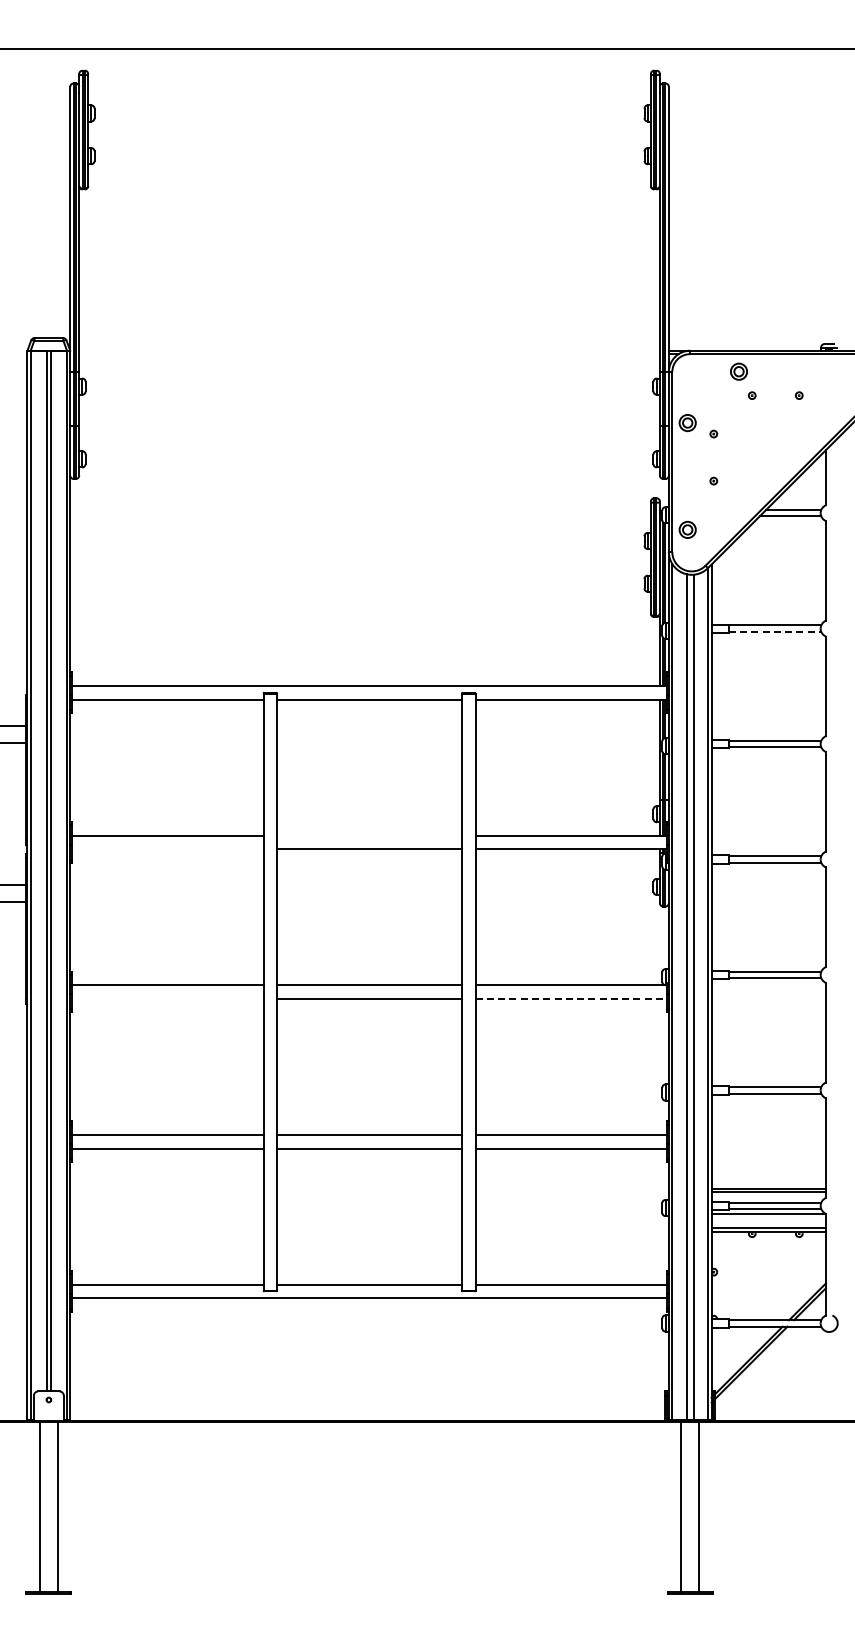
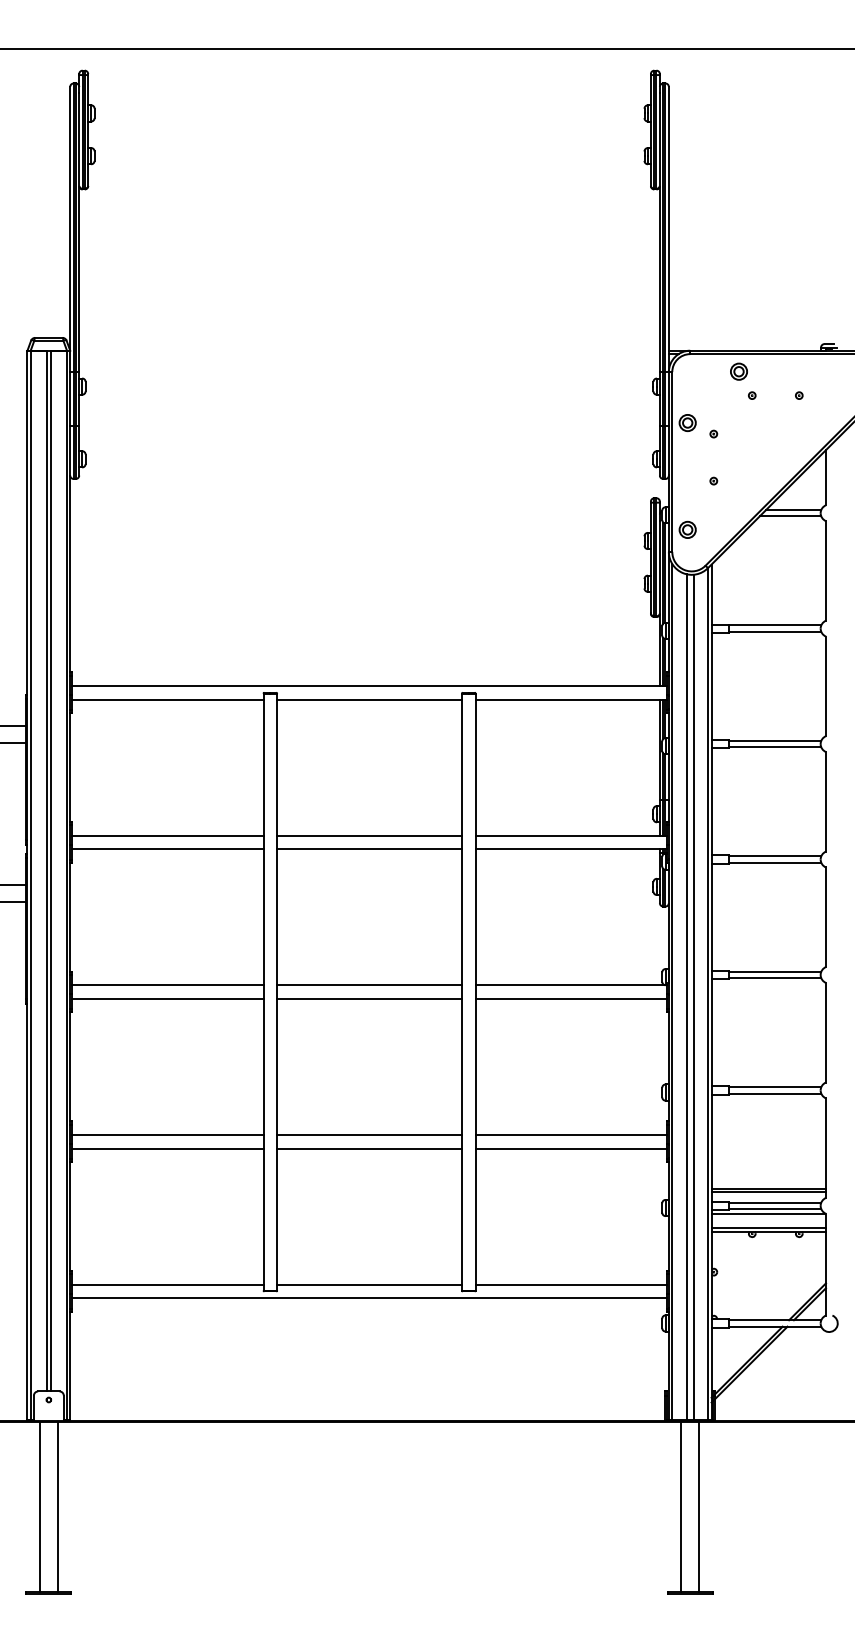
line at (775, 631): dashed -> solid
line at (369, 835): none -> present
line at (167, 849): none -> present
line at (167, 998): none -> present
line at (571, 998): dashed -> solid
